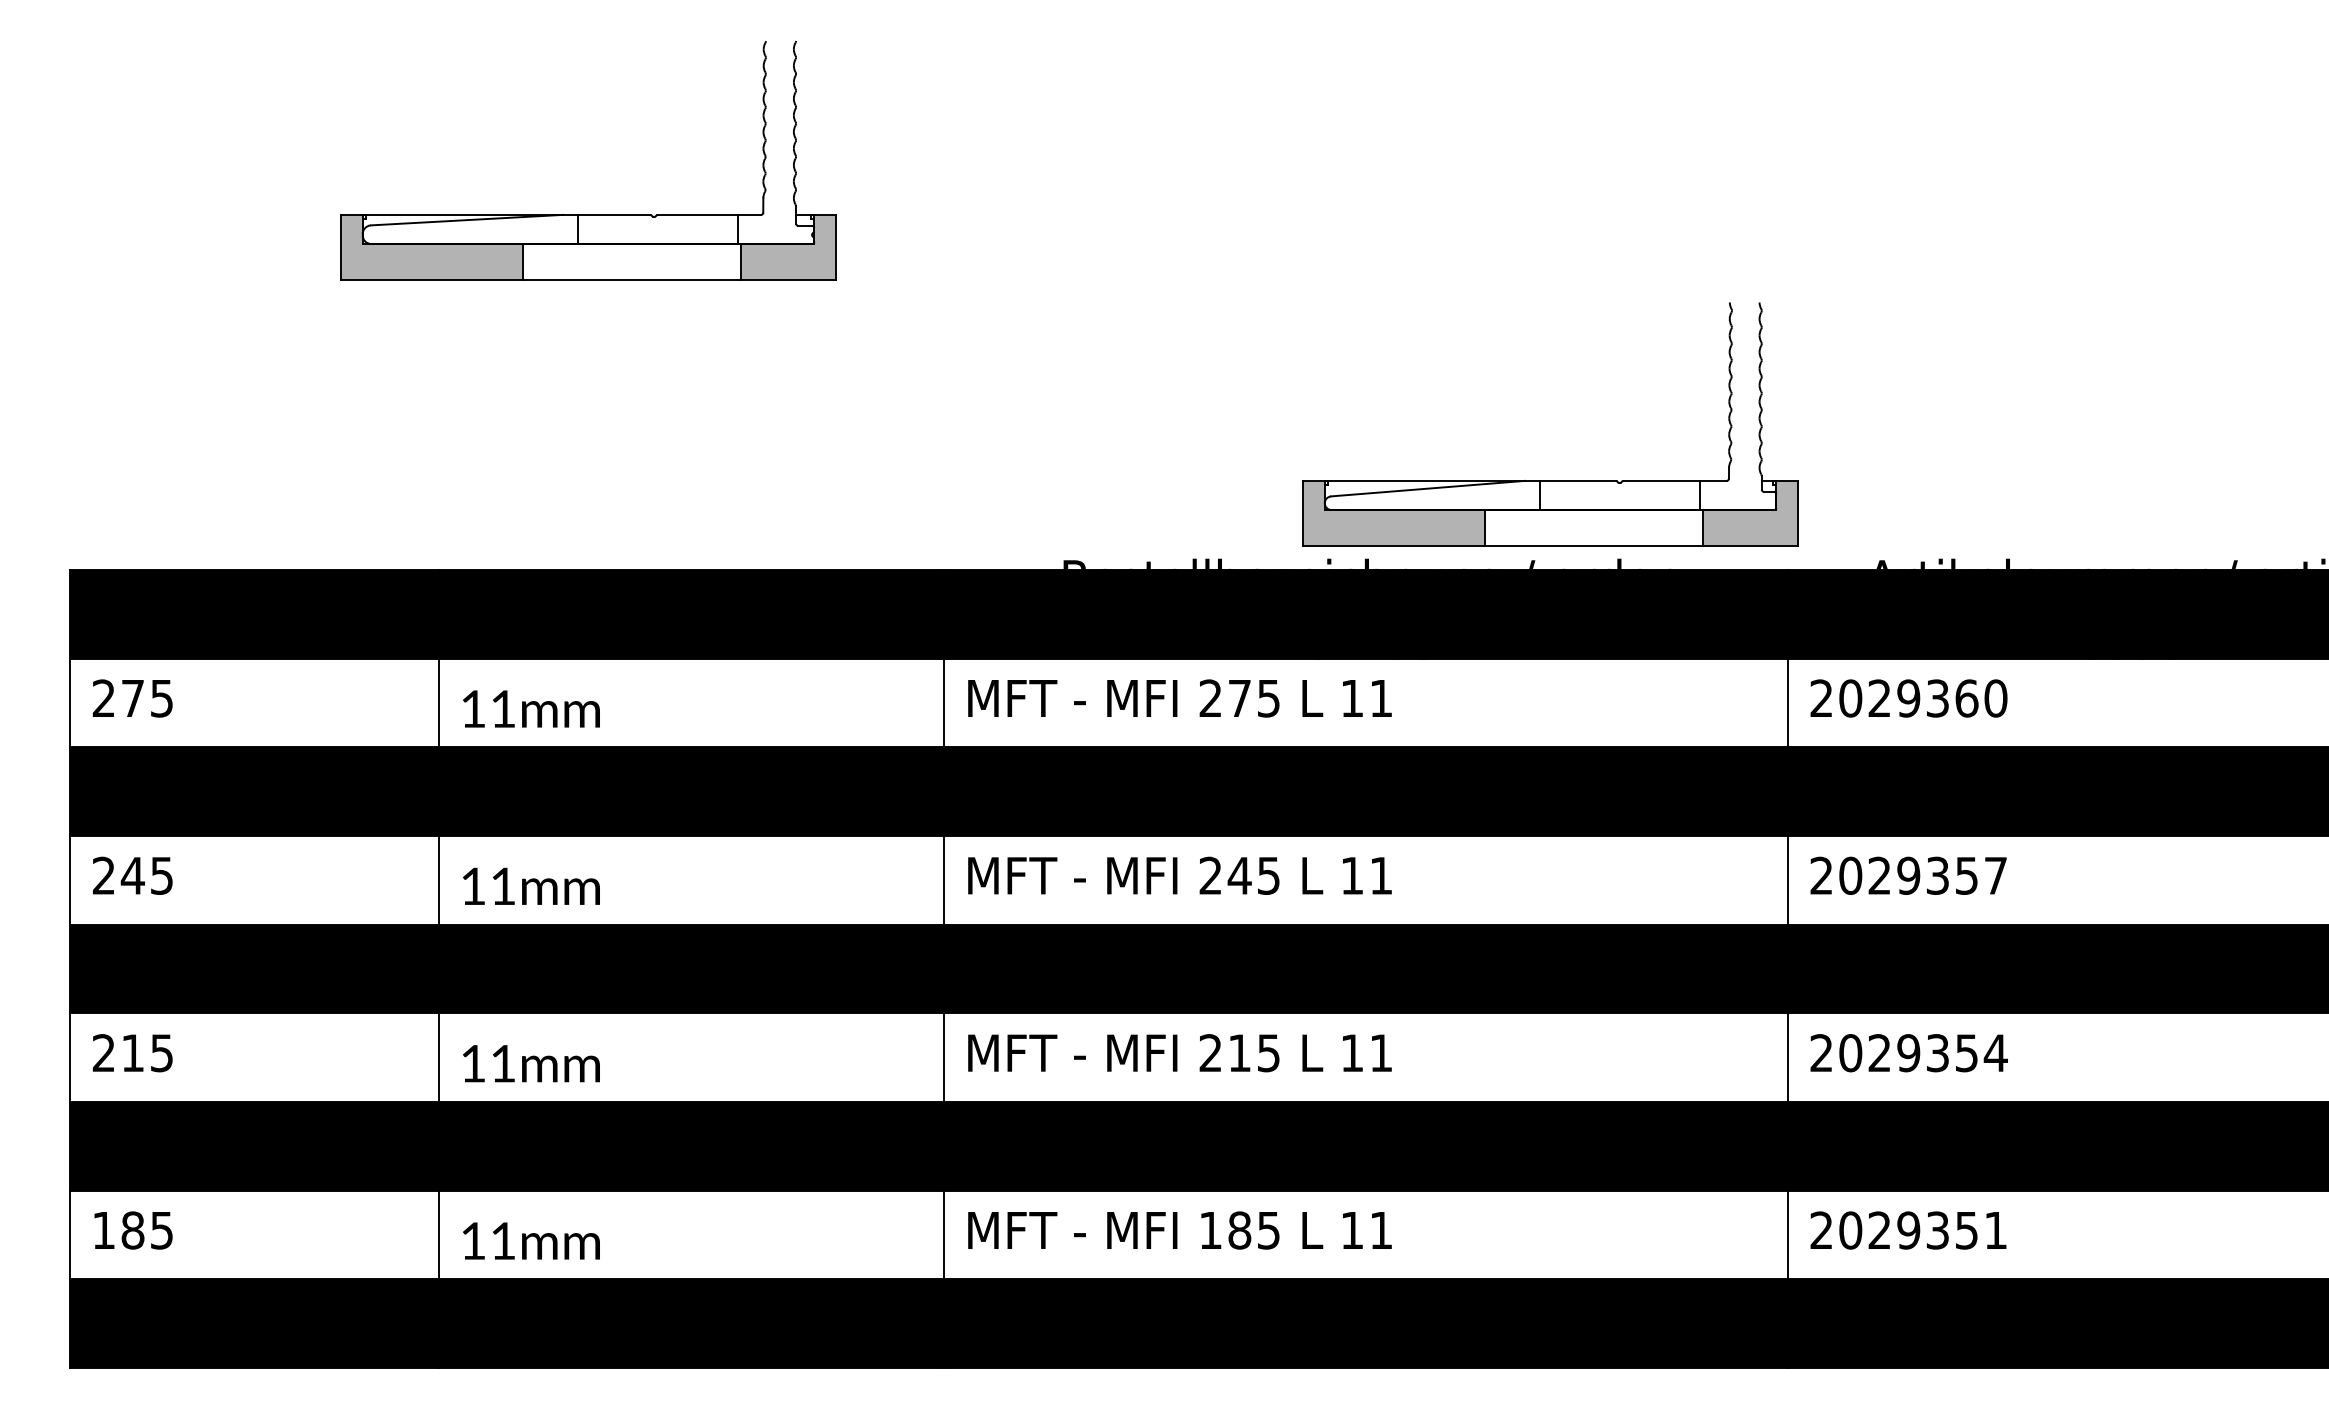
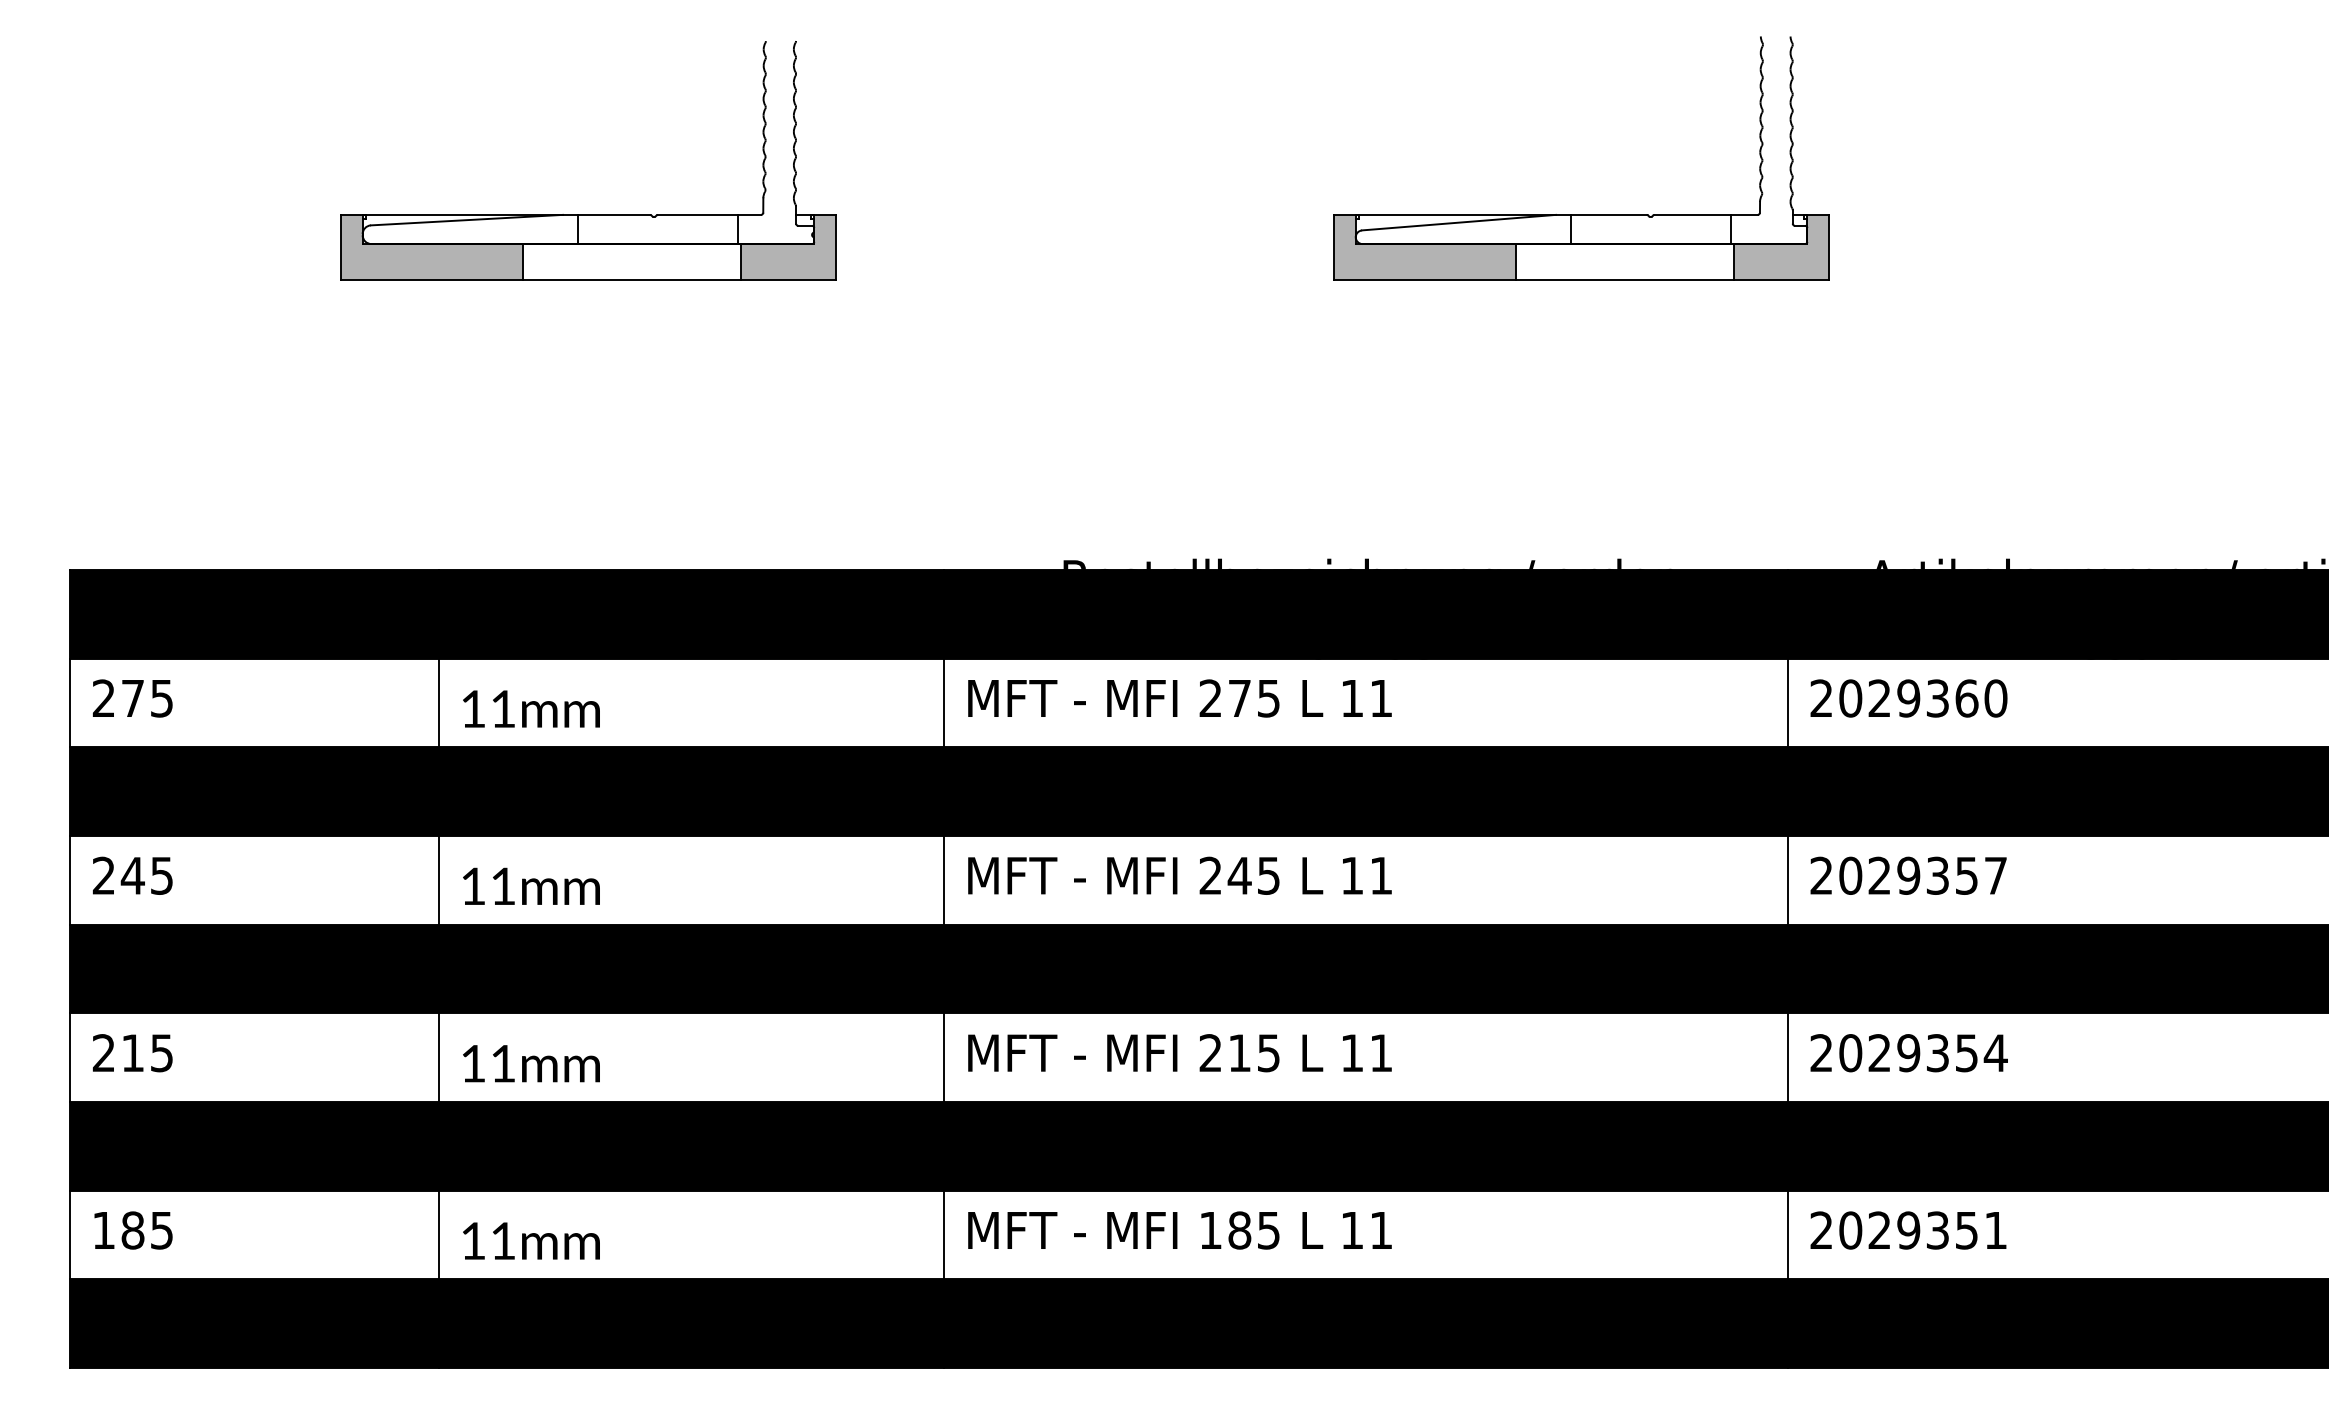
part at (1550, 480) position: (1550, 480) -> (1581, 214)
